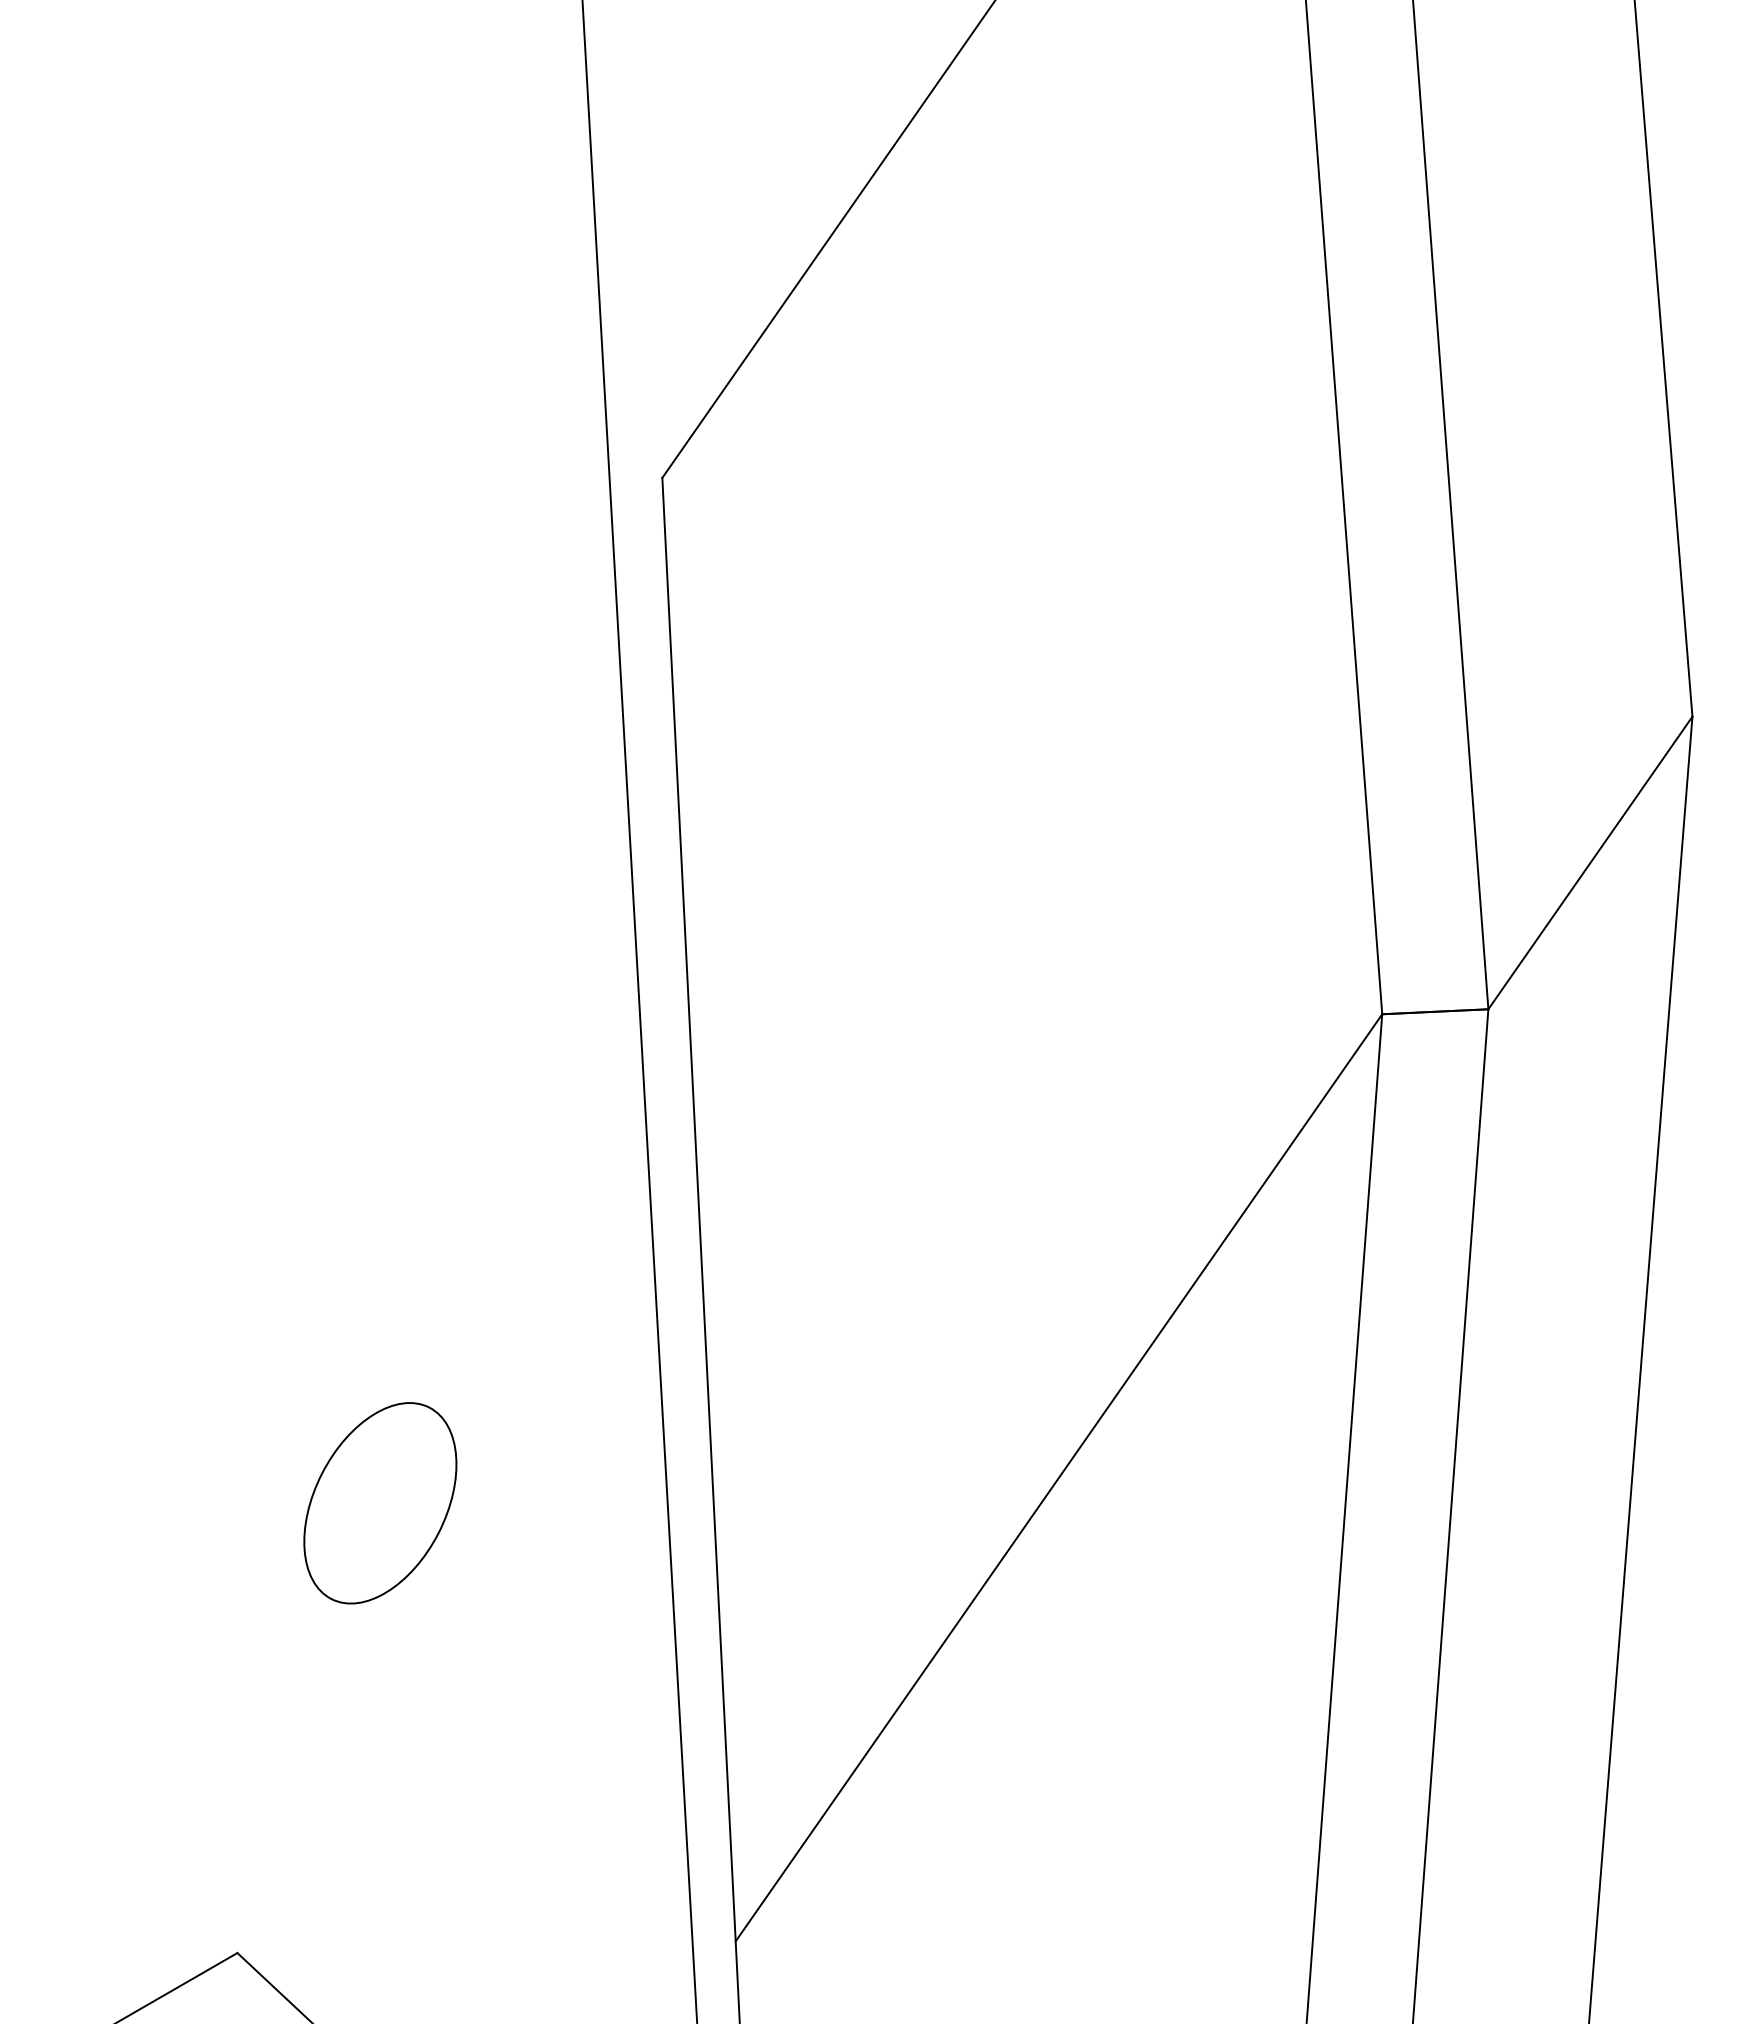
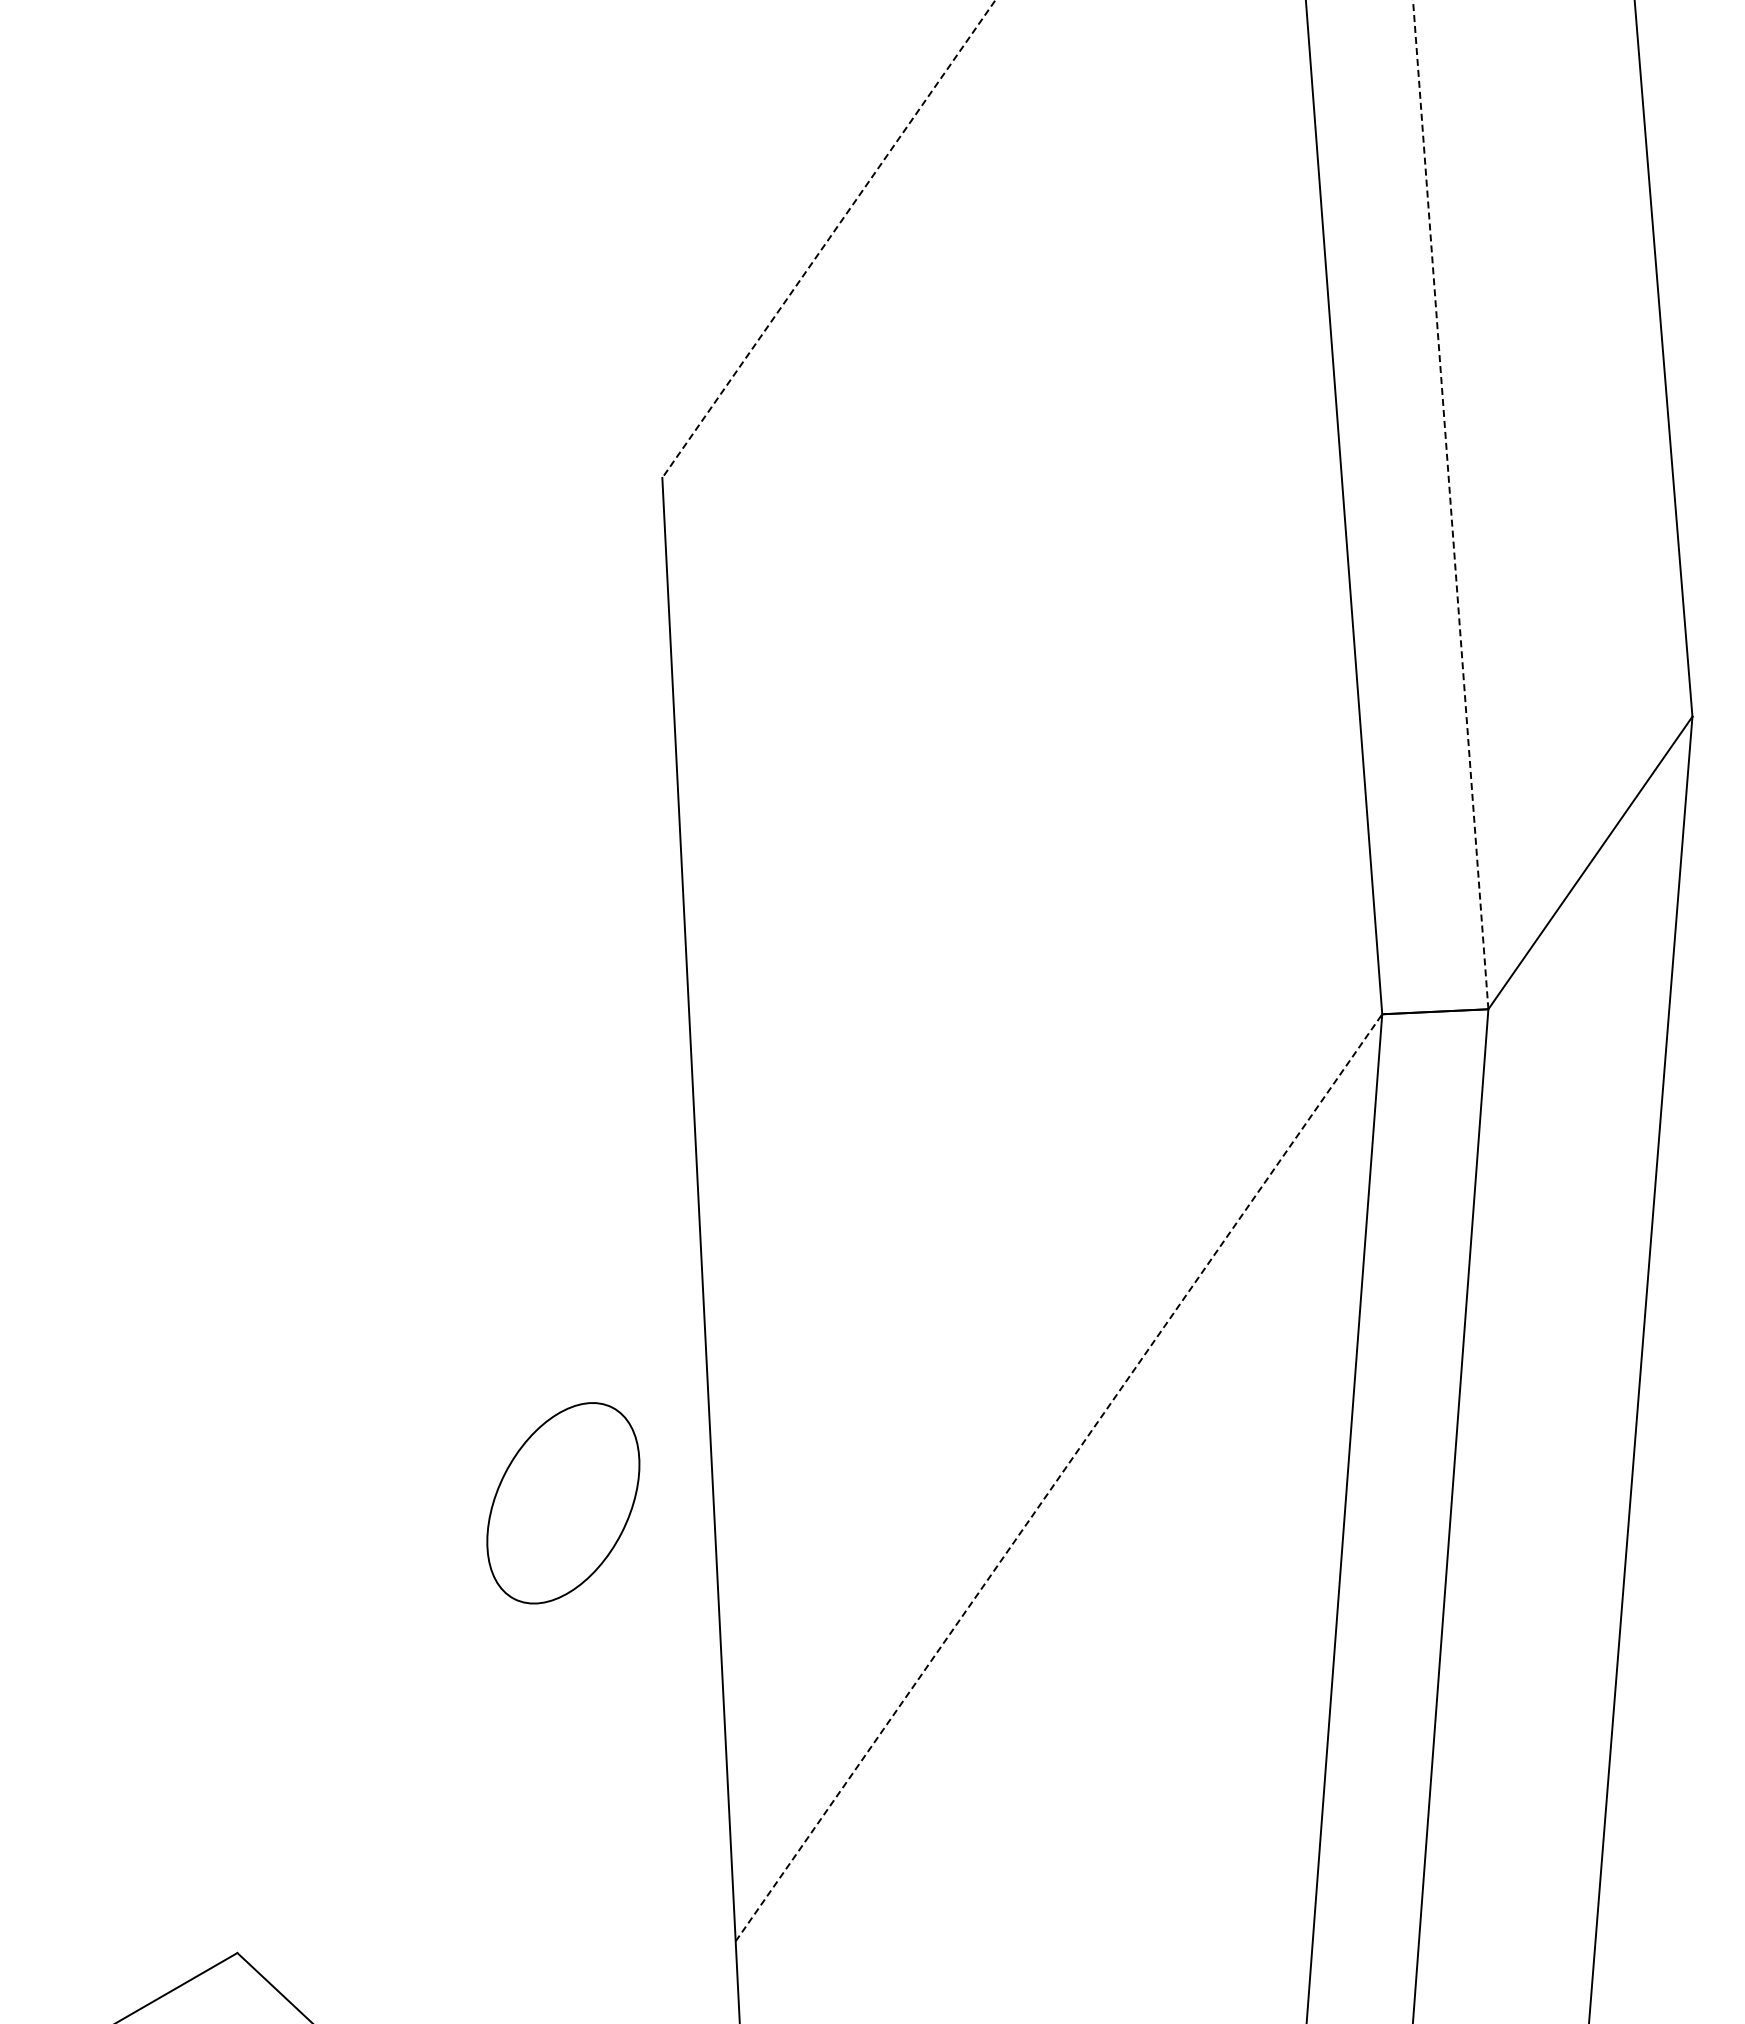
line at (828, 239): solid -> dashed
line at (1450, 504): solid -> dashed
line at (639, 1011): present -> none
line at (1059, 1477): solid -> dashed
part at (380, 1503) position: (380, 1503) -> (563, 1503)
